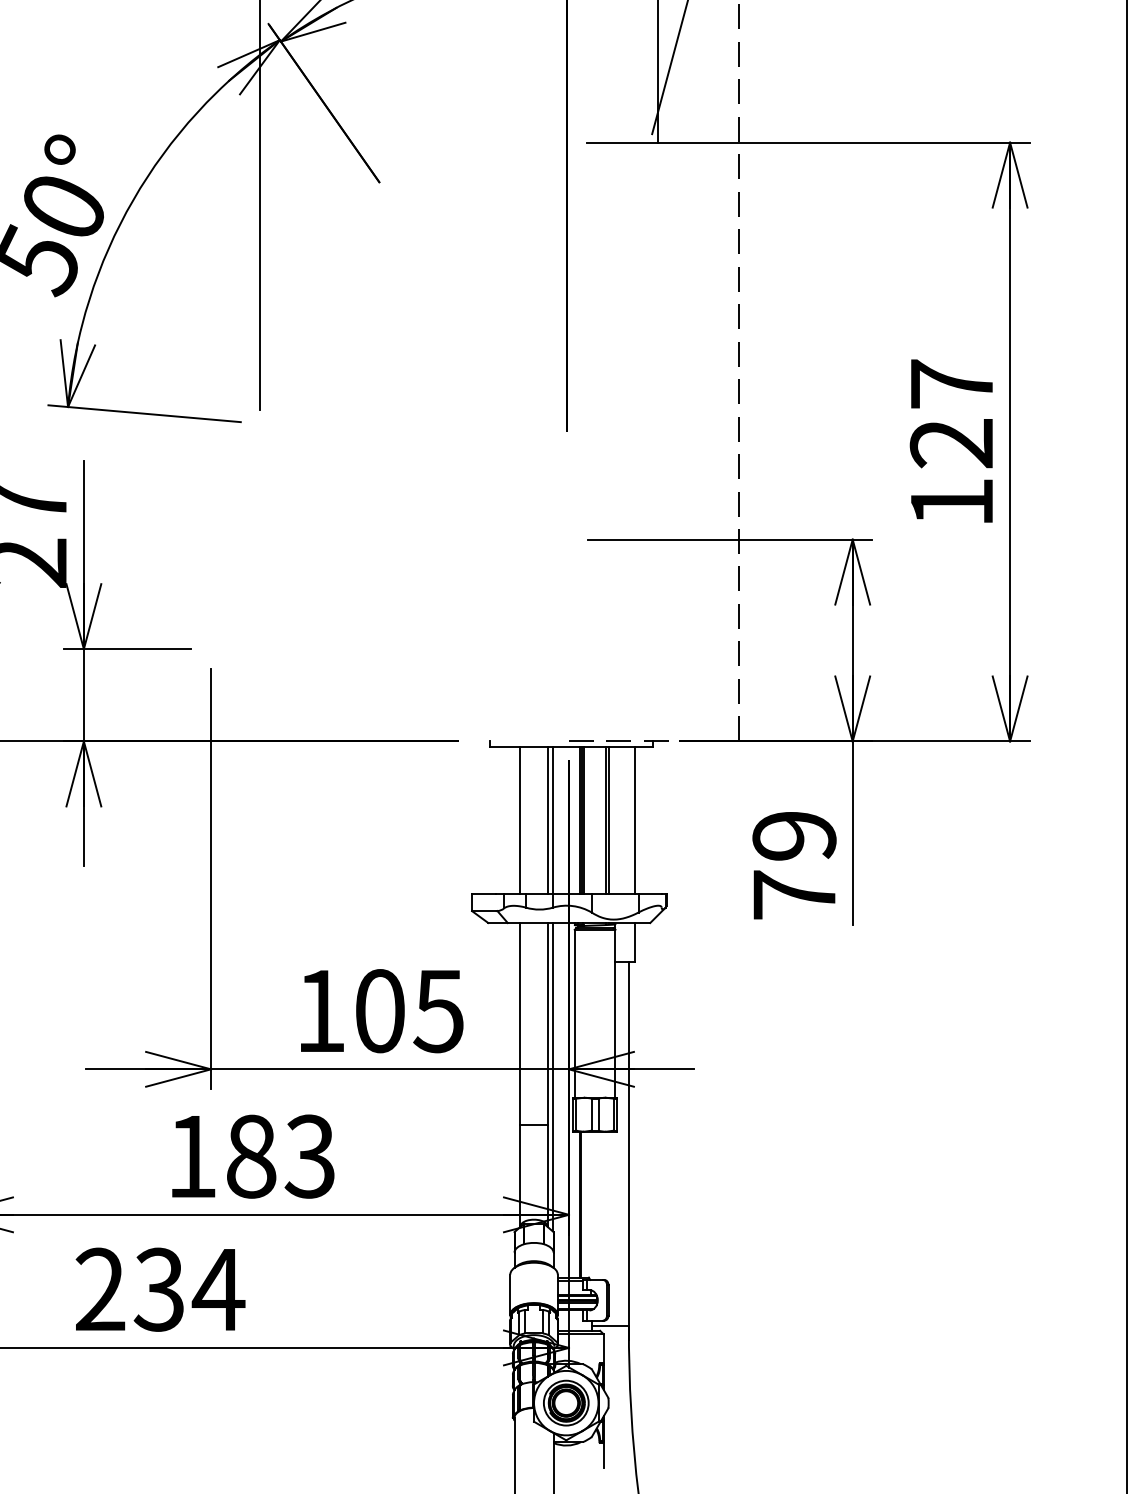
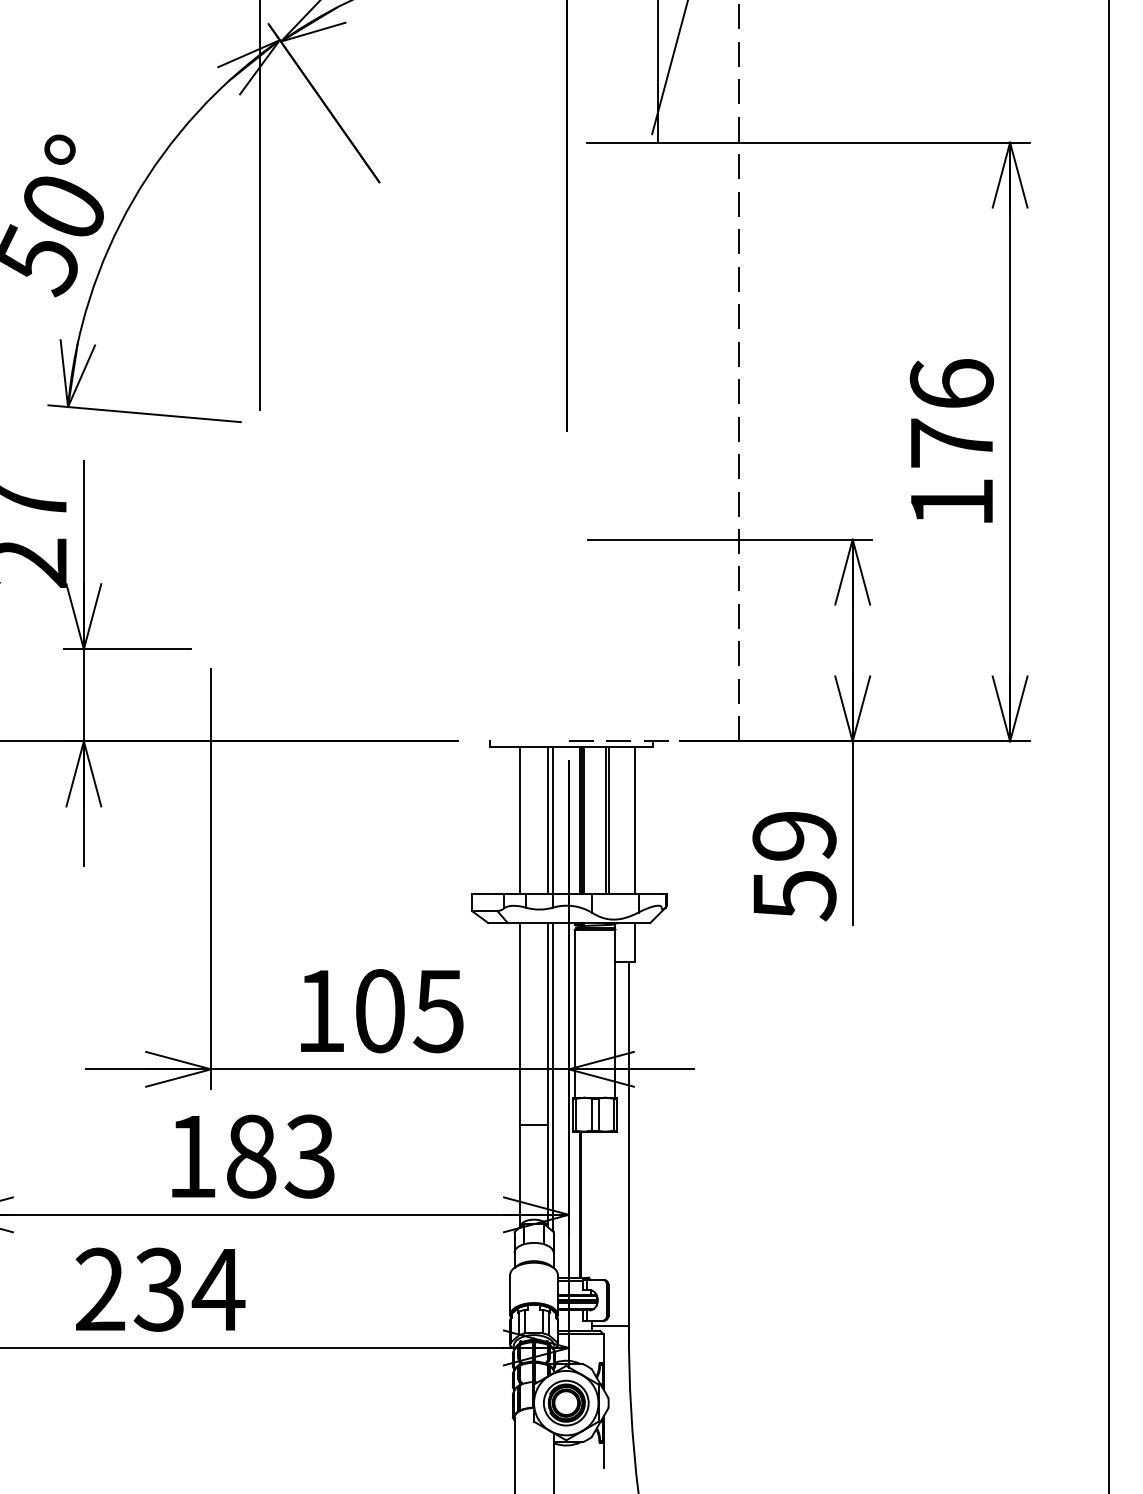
text at (951, 413): 127 -> 176
line at (1126, 746) position: (1126, 746) -> (1108, 746)
text at (794, 895): 79 -> 59
